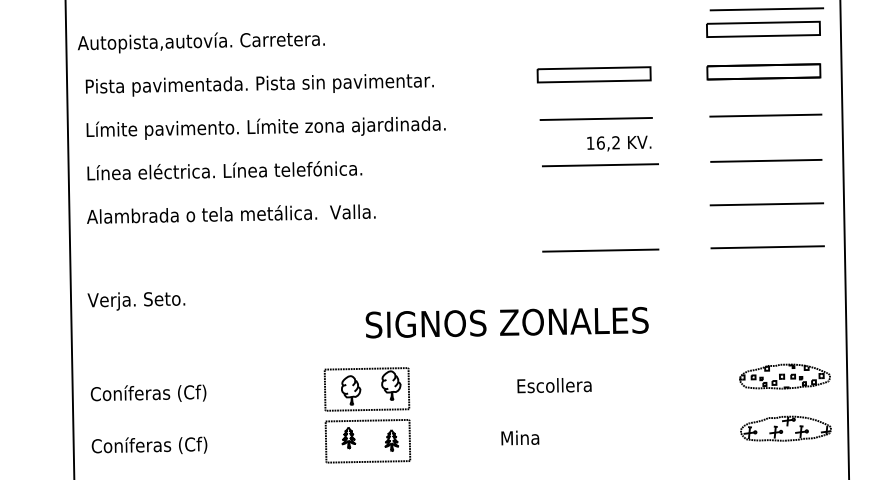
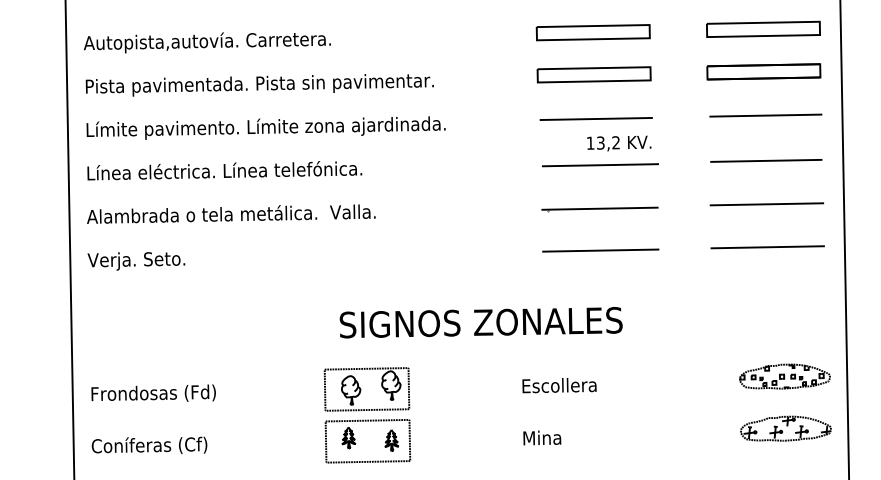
line at (766, 9): present -> none
part at (592, 32): none -> present
text at (201, 42) position: (201, 42) -> (207, 42)
text at (600, 142): 16,2 -> 13,2
part at (599, 209): none -> present
text at (136, 301) position: (136, 301) -> (136, 261)
text at (506, 322) position: (506, 322) -> (480, 322)
text at (554, 385) position: (554, 385) -> (559, 385)
text at (152, 392): Coníferas (Cf) -> Frondosas (Fd)
text at (520, 437) position: (520, 437) -> (542, 437)
